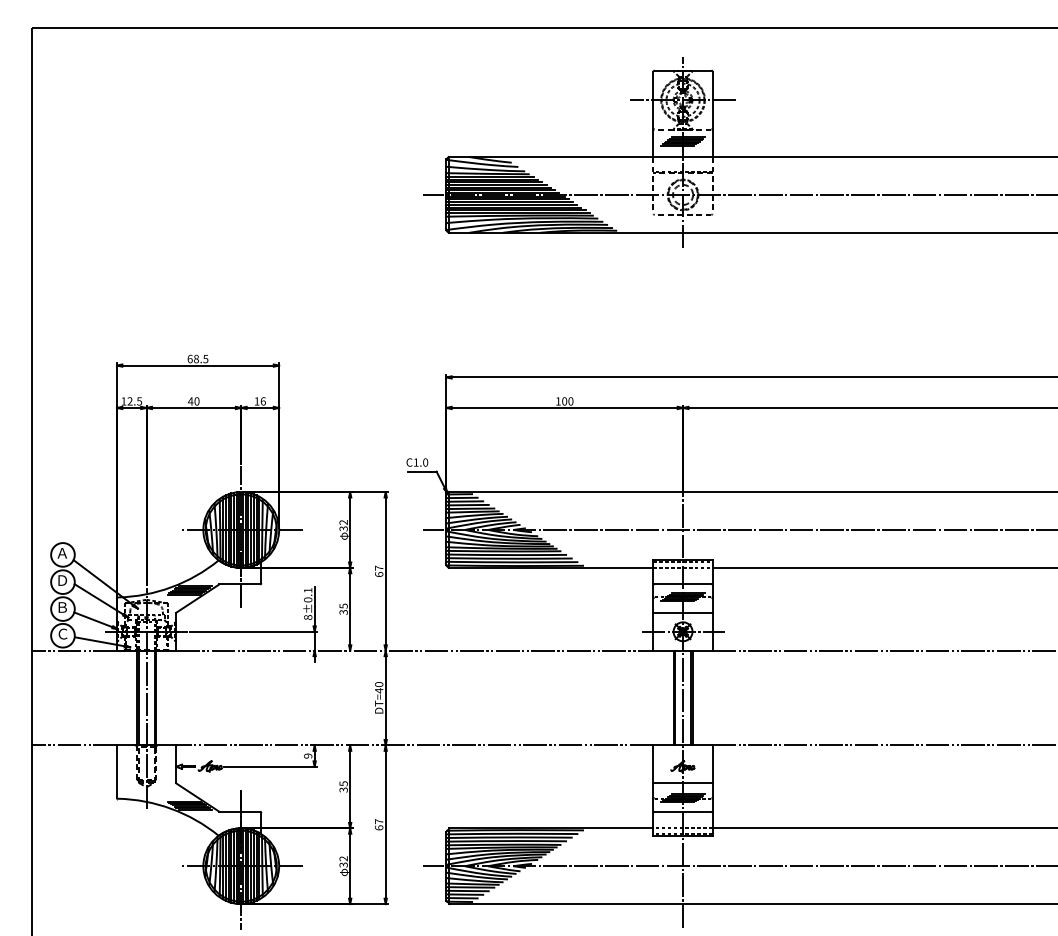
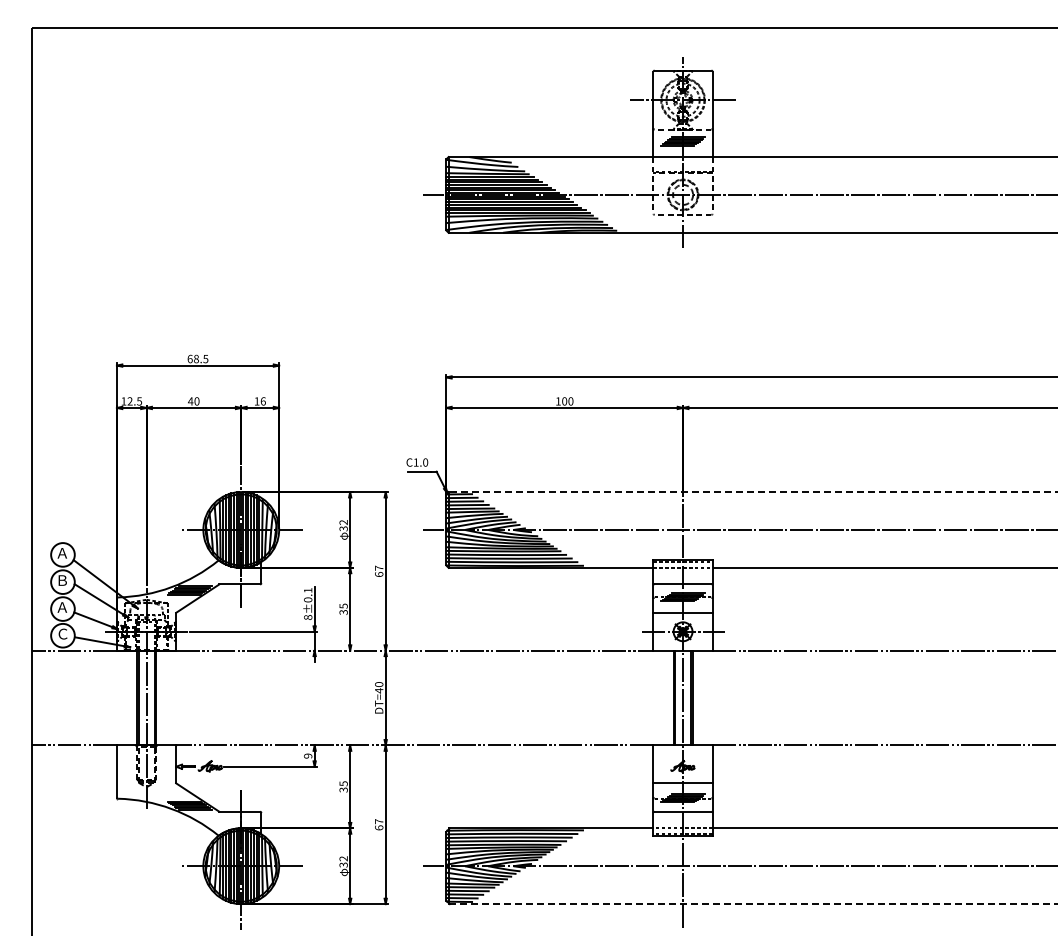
line at (752, 492): solid -> dashed
text at (62, 580): Ｄ -> Ｂ
text at (62, 607): Ｂ -> Ａ
line at (753, 904): solid -> dashed
